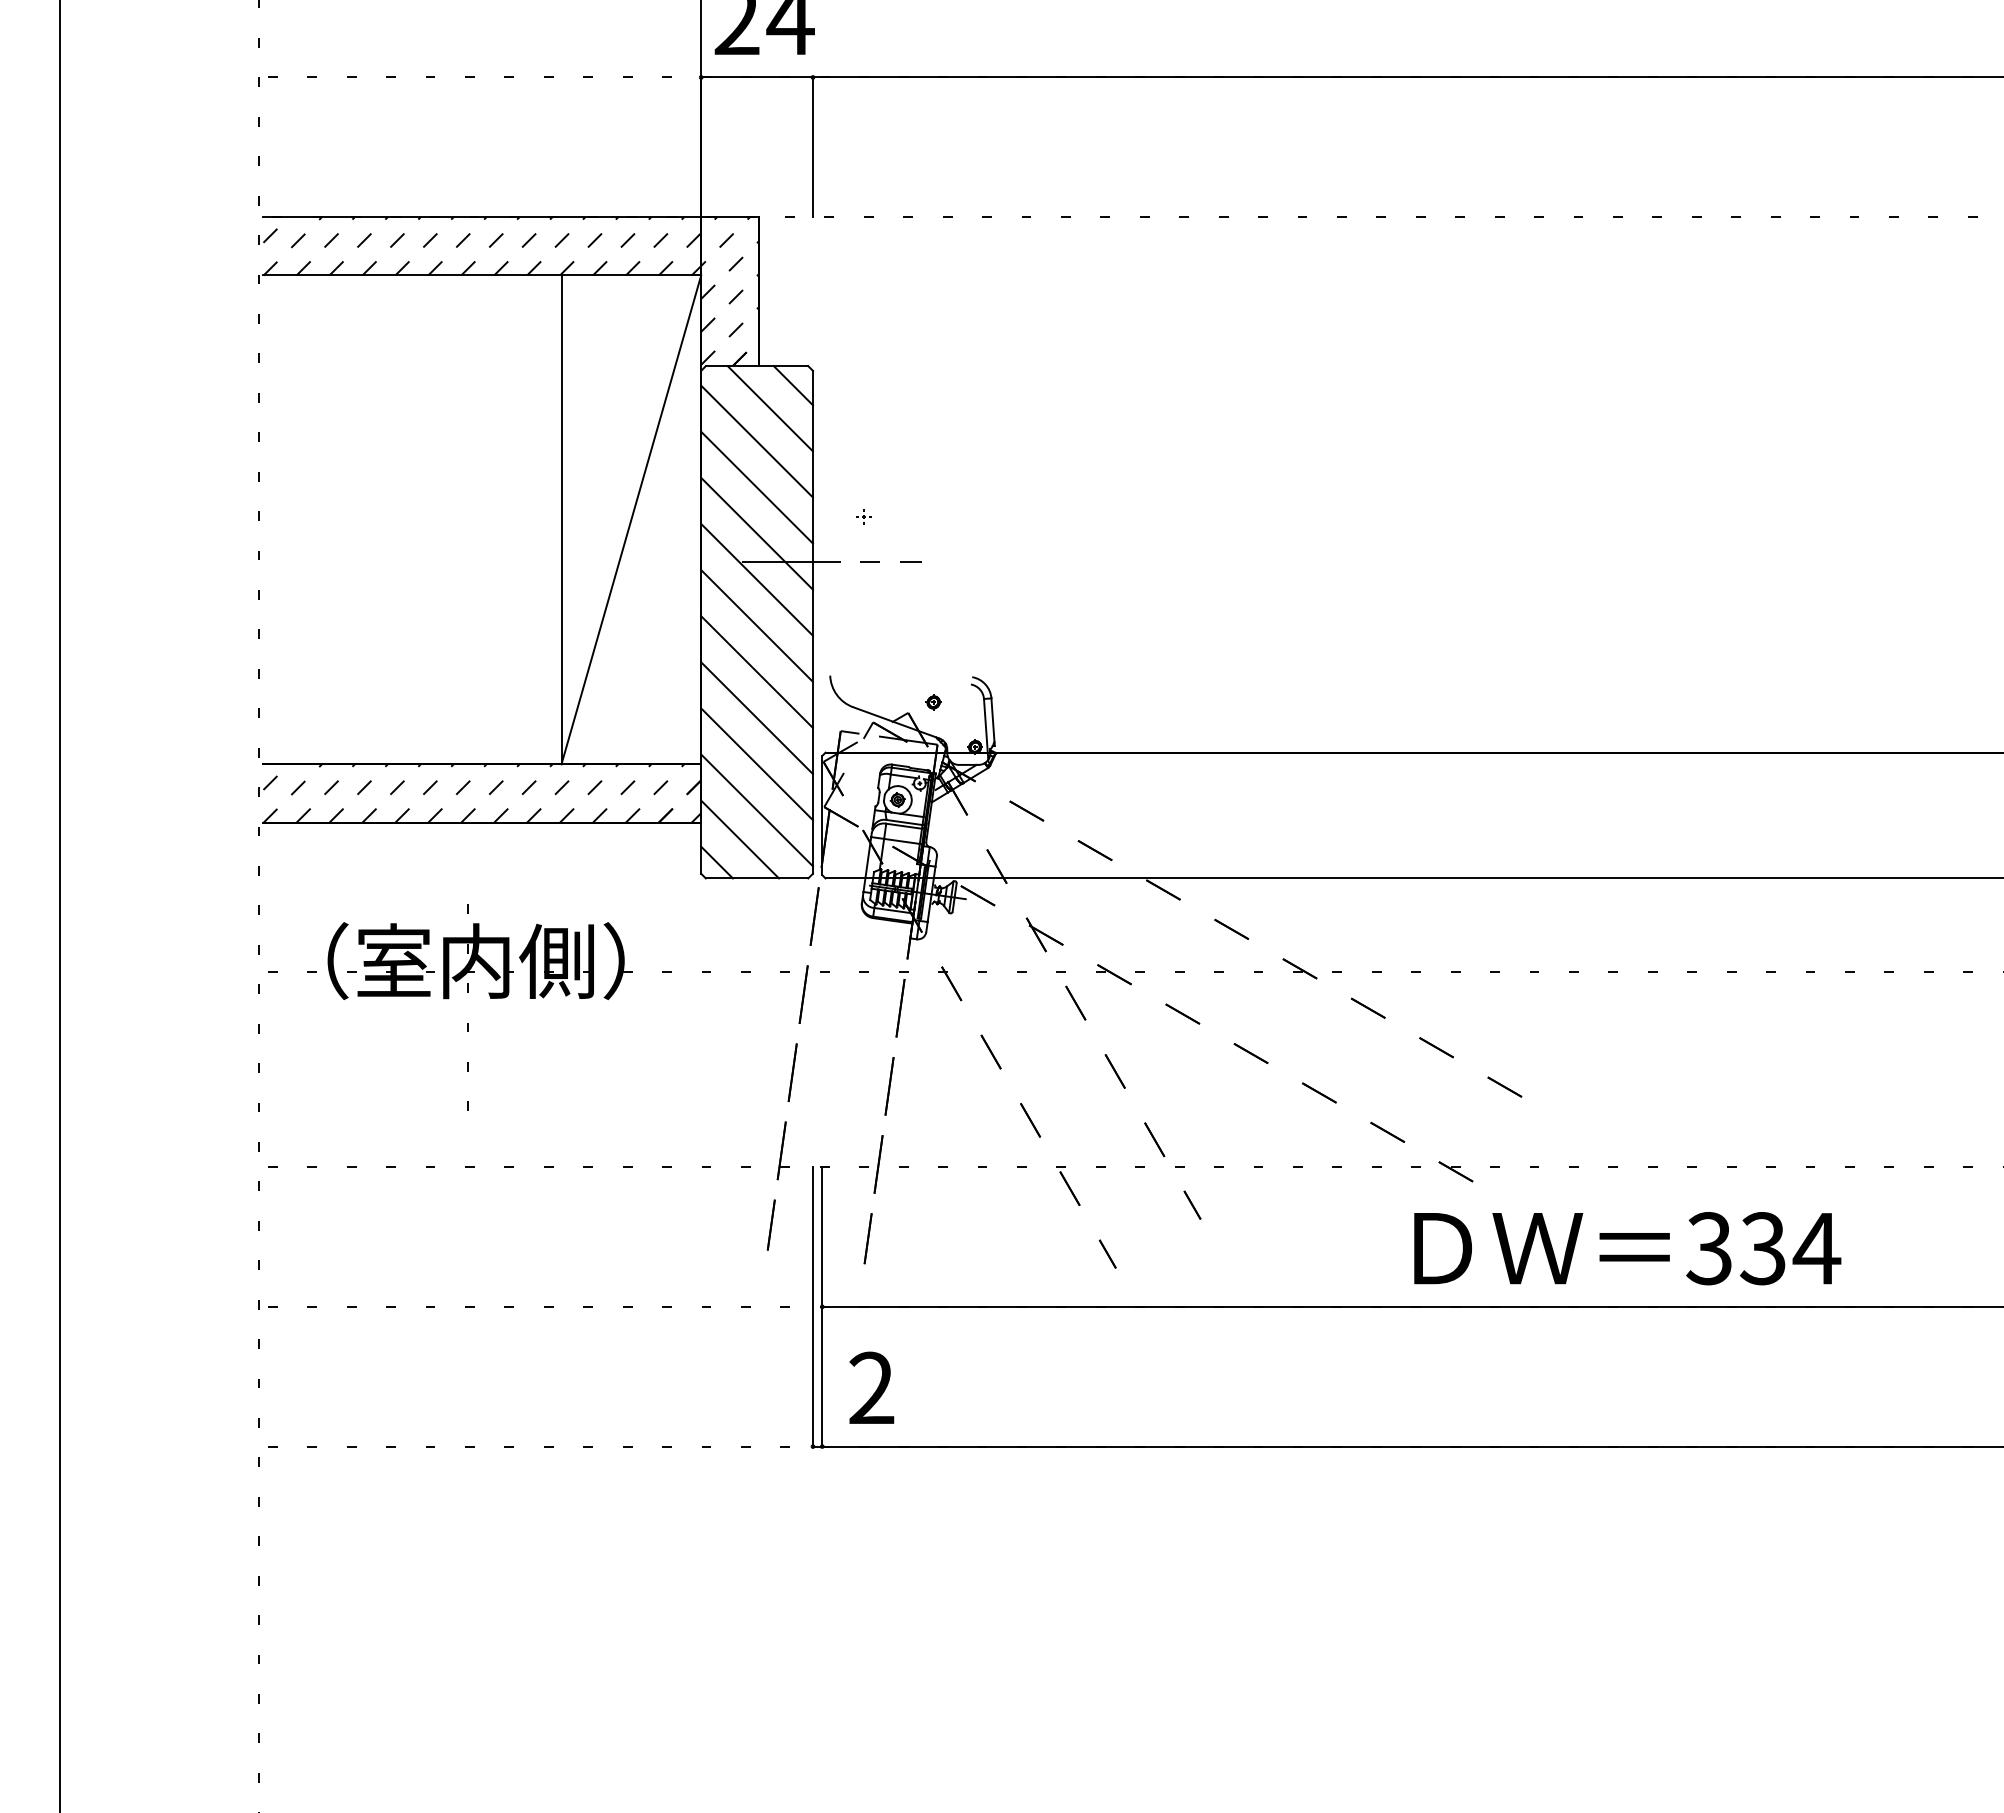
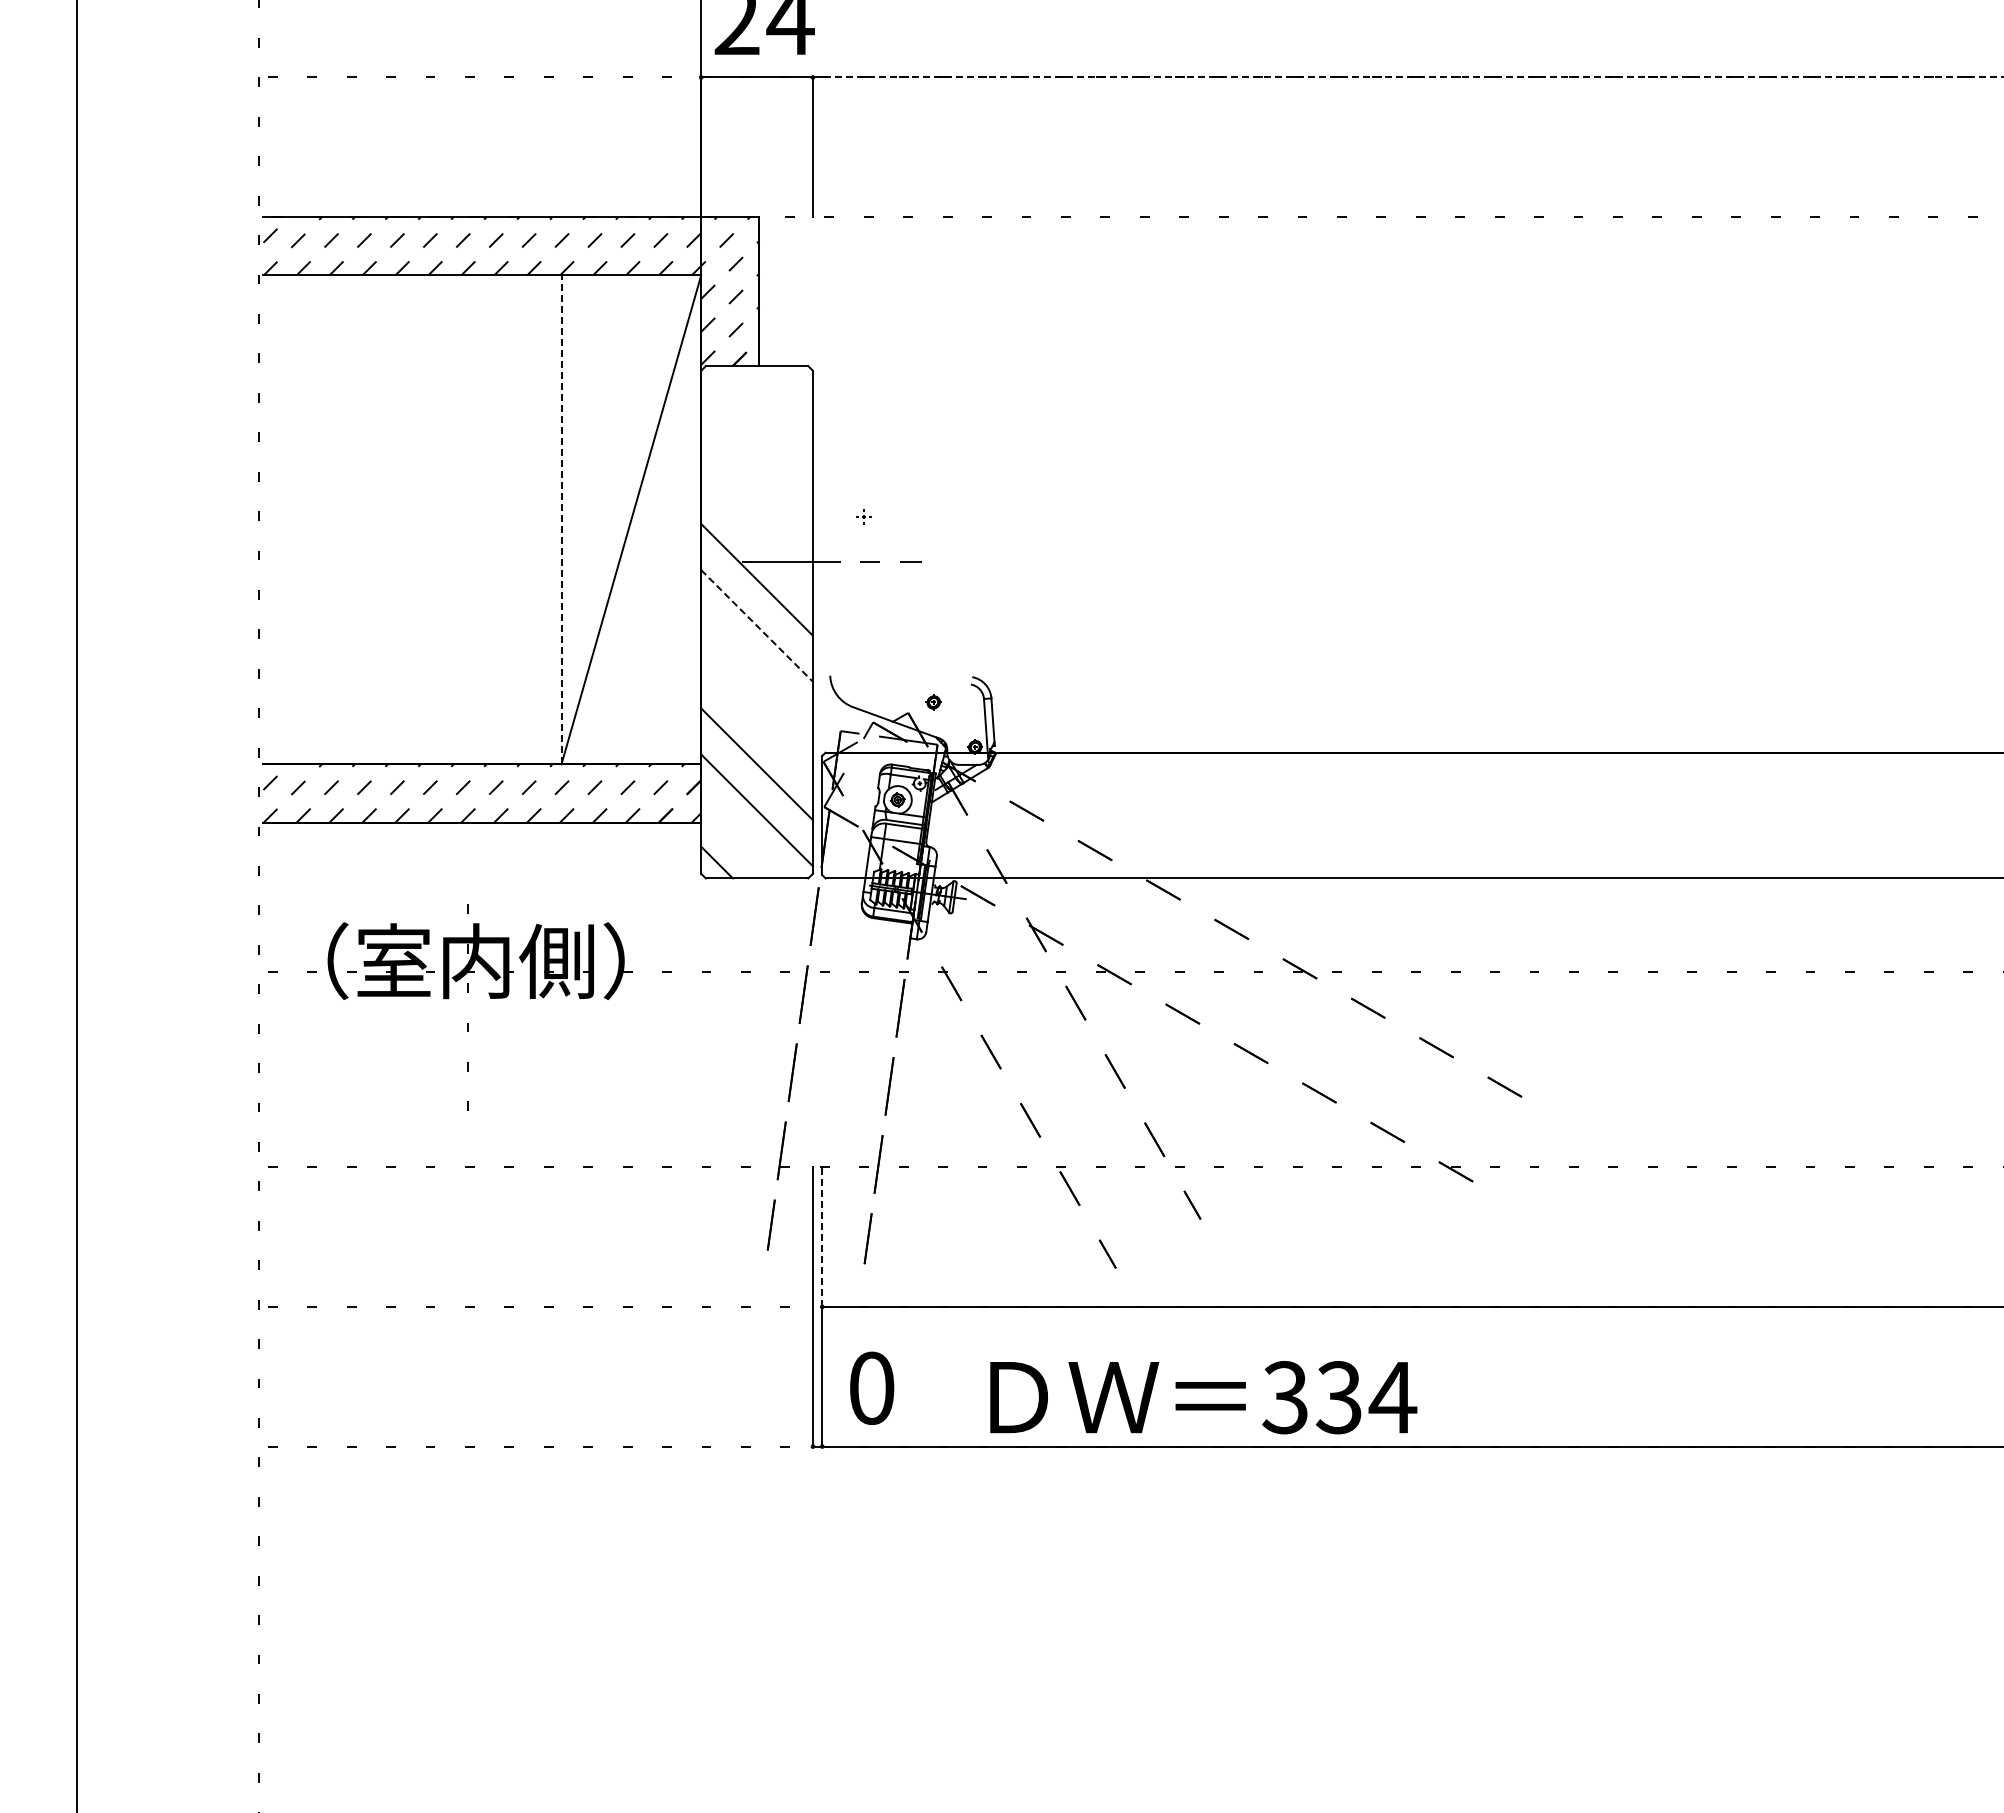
line at (1408, 77): solid -> dashed
line at (792, 385): present -> none
line at (769, 408): present -> none
line at (756, 441): present -> none
line at (756, 487): present -> none
line at (561, 519): solid -> dashed
line at (756, 533): present -> none
line at (757, 626): solid -> dashed
line at (756, 671): present -> none
line at (756, 718): present -> none
line at (740, 839): present -> none
line at (60, 905) position: (60, 905) -> (77, 905)
line at (822, 1237): solid -> dashed
text at (1627, 1248) position: (1627, 1248) -> (1203, 1397)
text at (871, 1388): 2 -> 0
